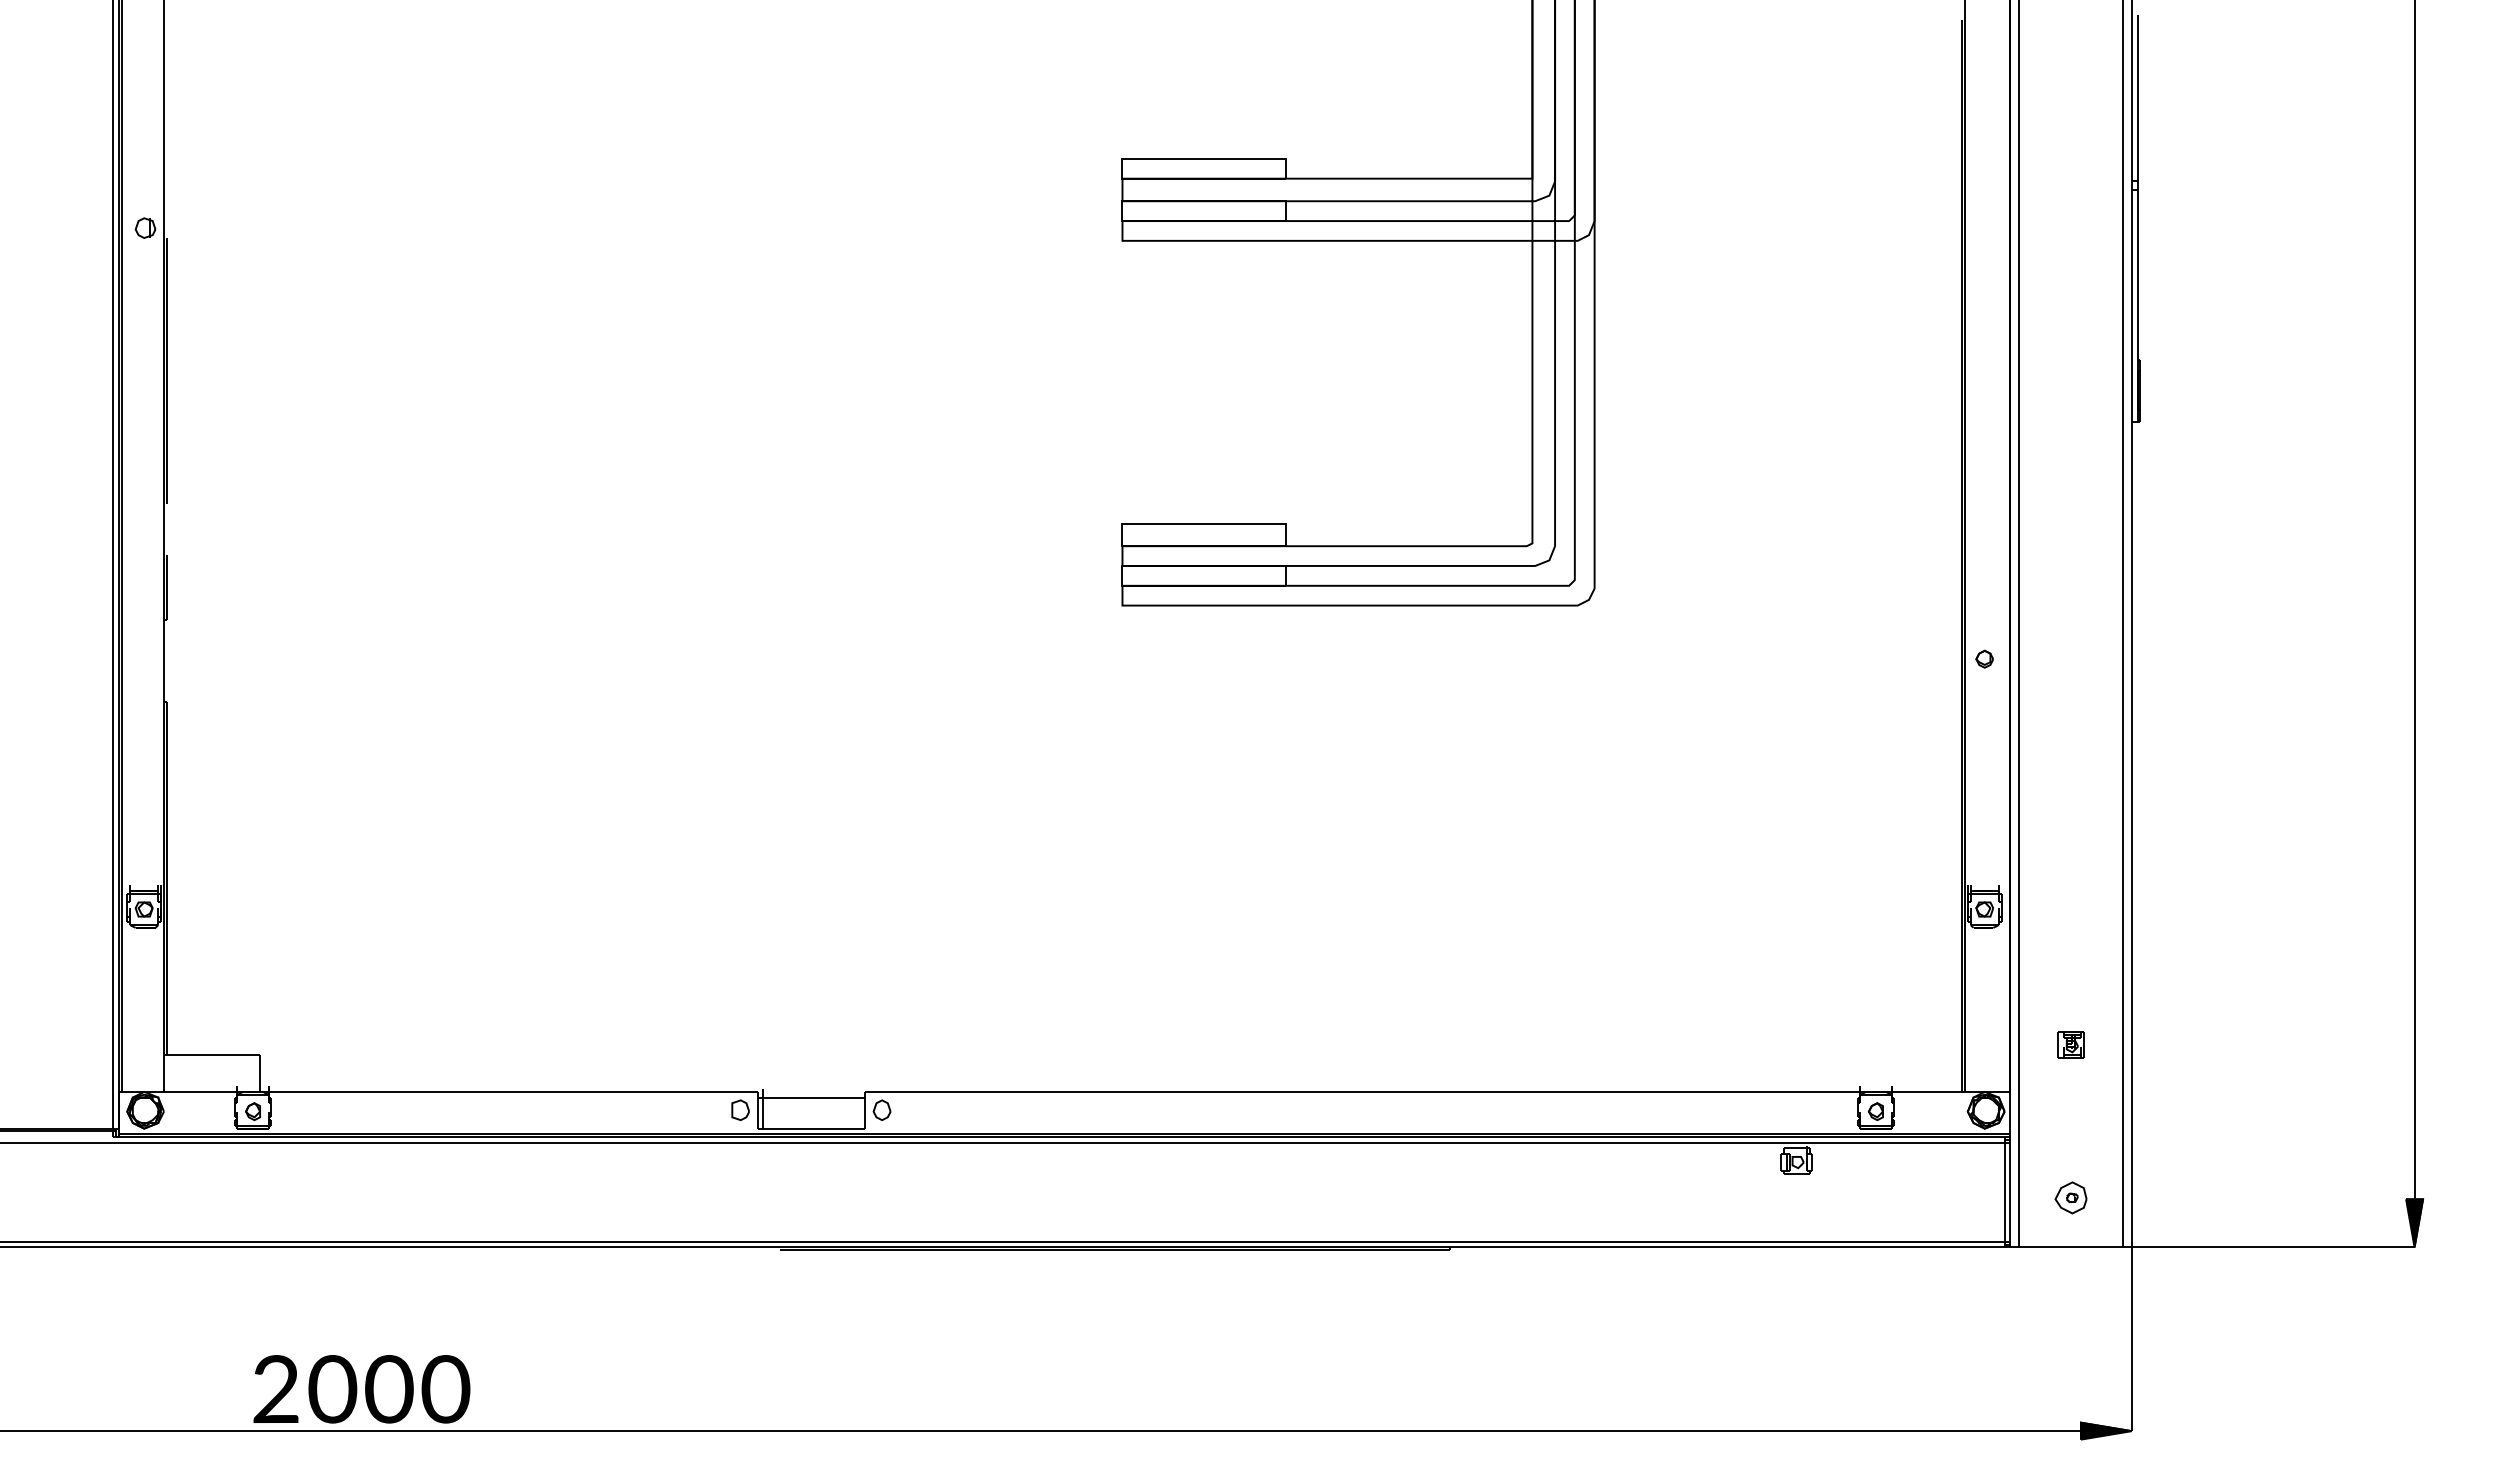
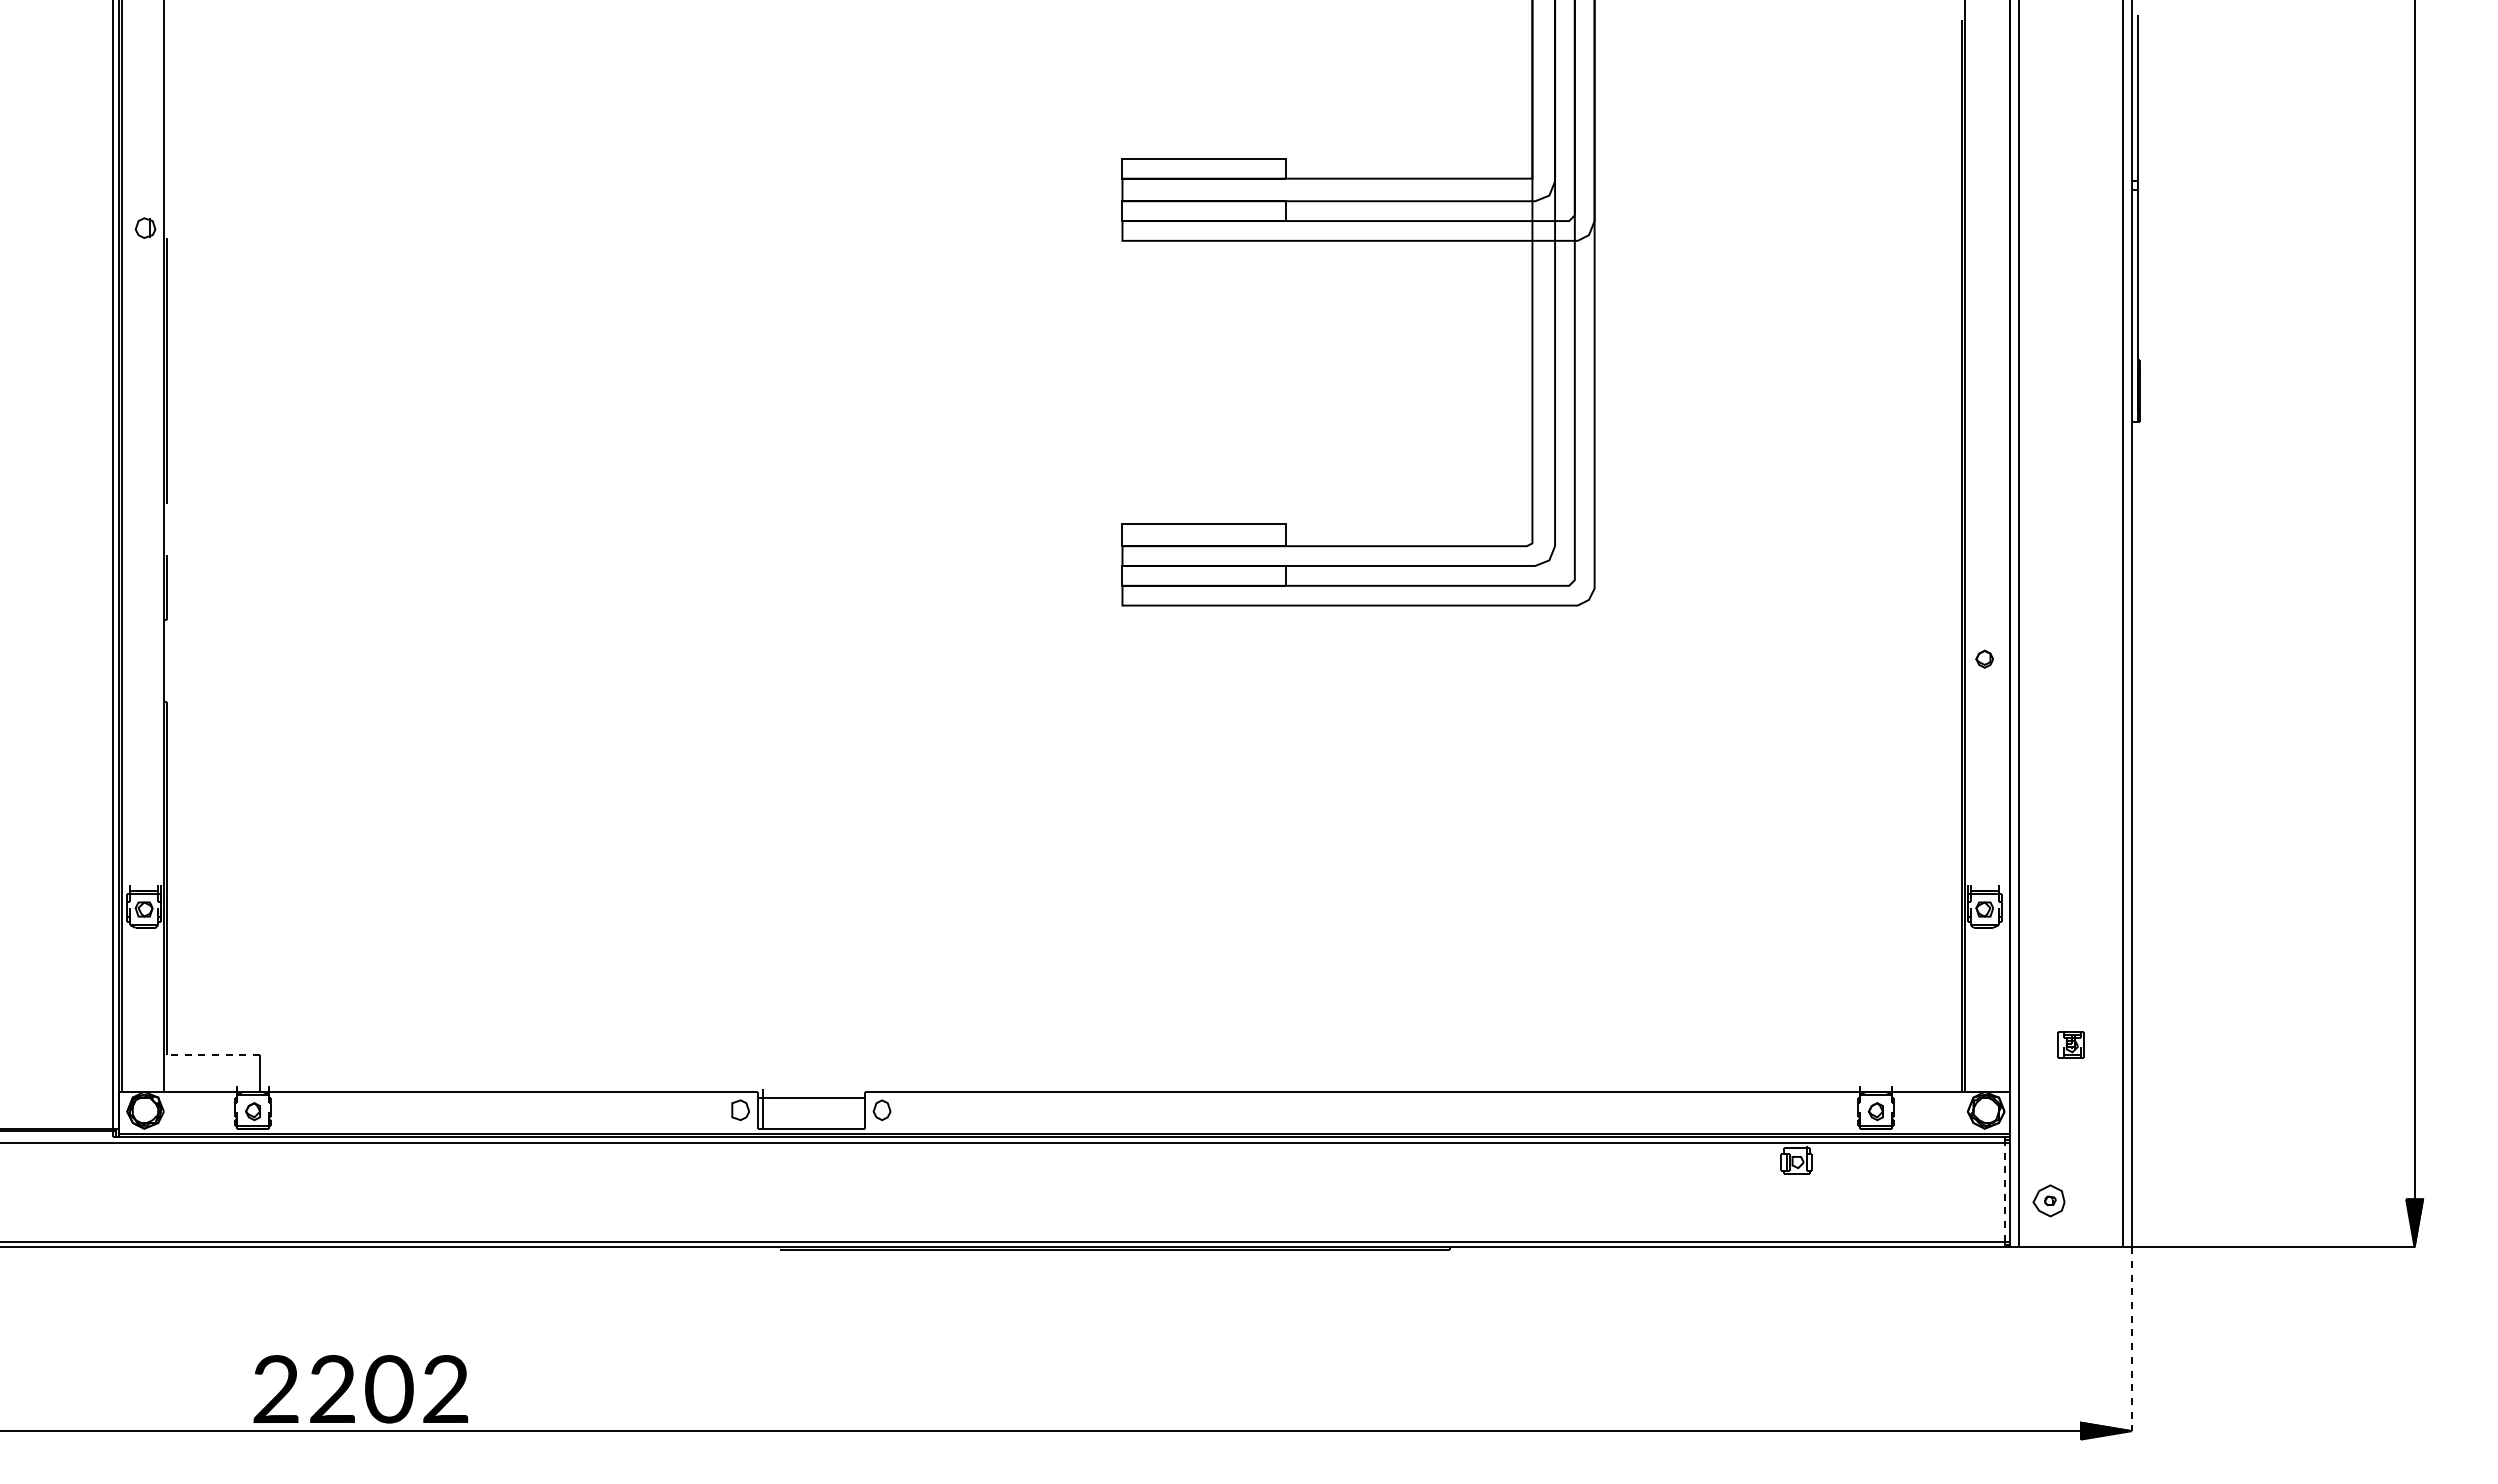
line at (211, 1055): solid -> dashed
line at (2004, 1191): solid -> dashed
part at (2070, 1197) position: (2070, 1197) -> (2048, 1200)
line at (2131, 1339): solid -> dashed
text at (332, 1389): 0 -> 2
text at (445, 1389): 0 -> 2
